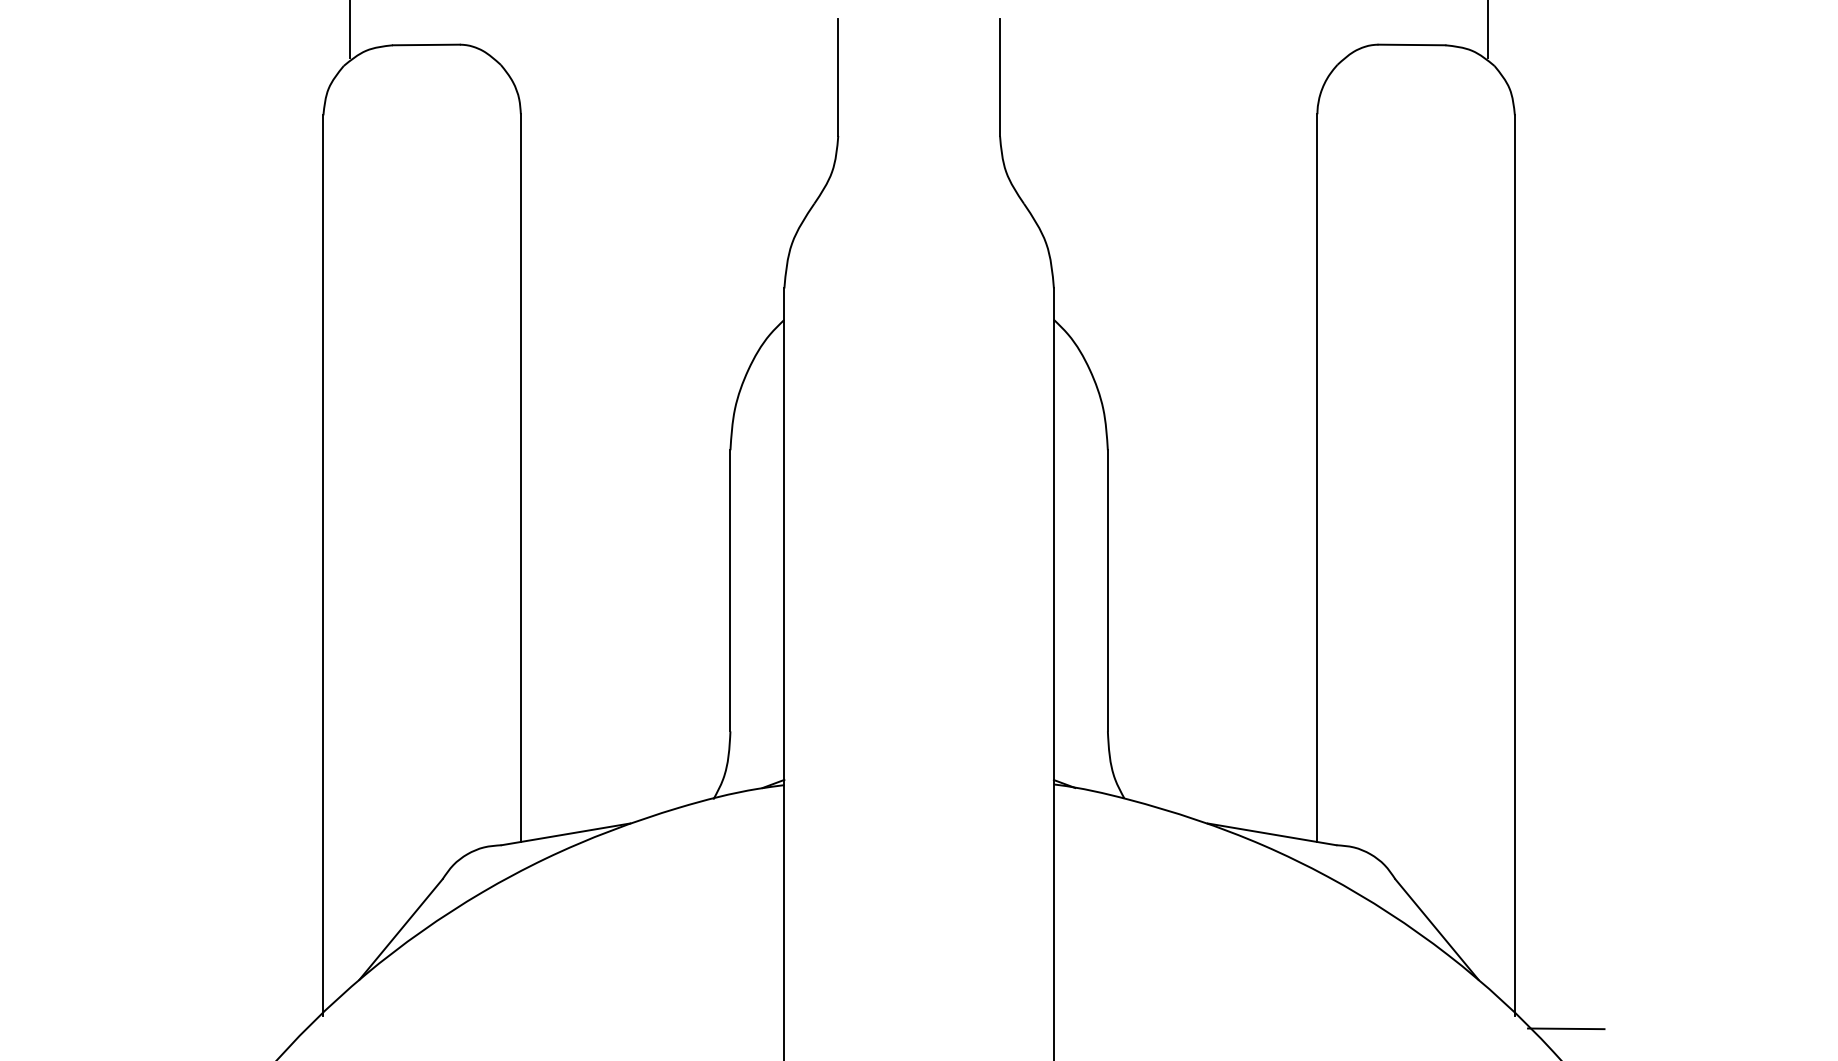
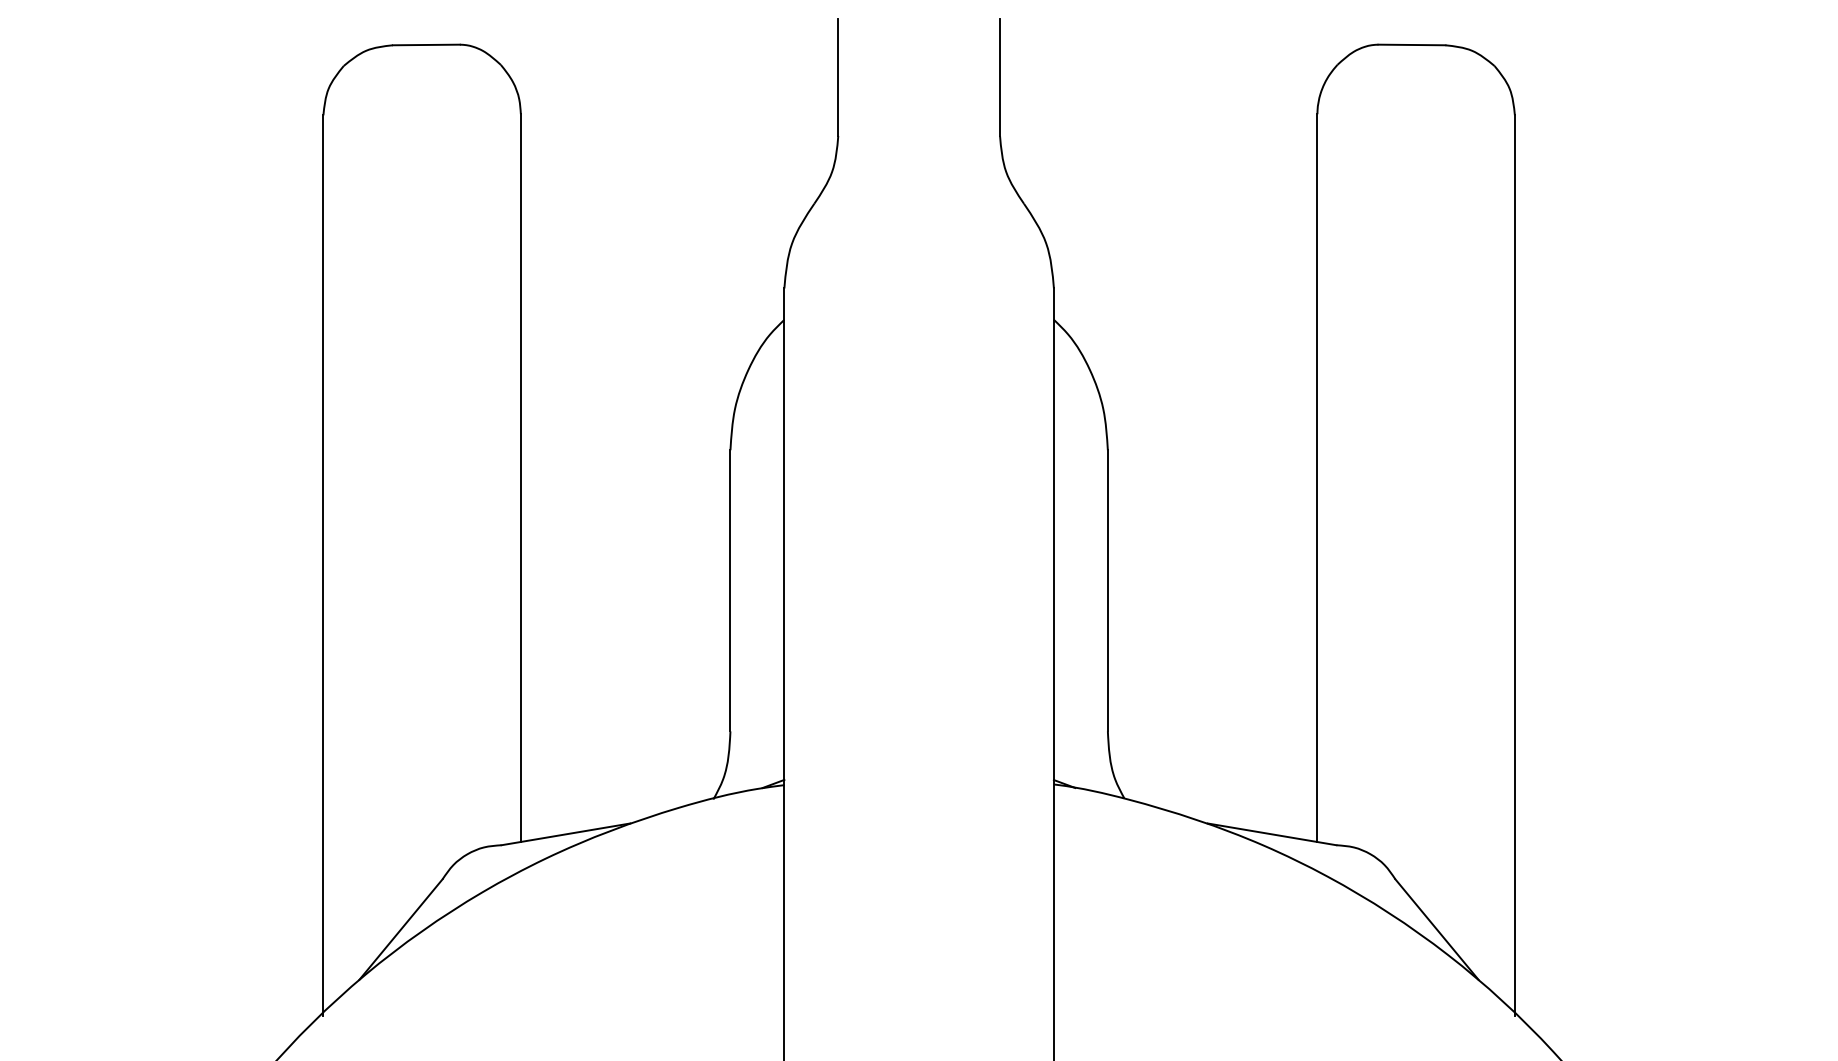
line at (350, 29): present -> none
line at (1487, 29): present -> none
line at (1566, 1028): present -> none
